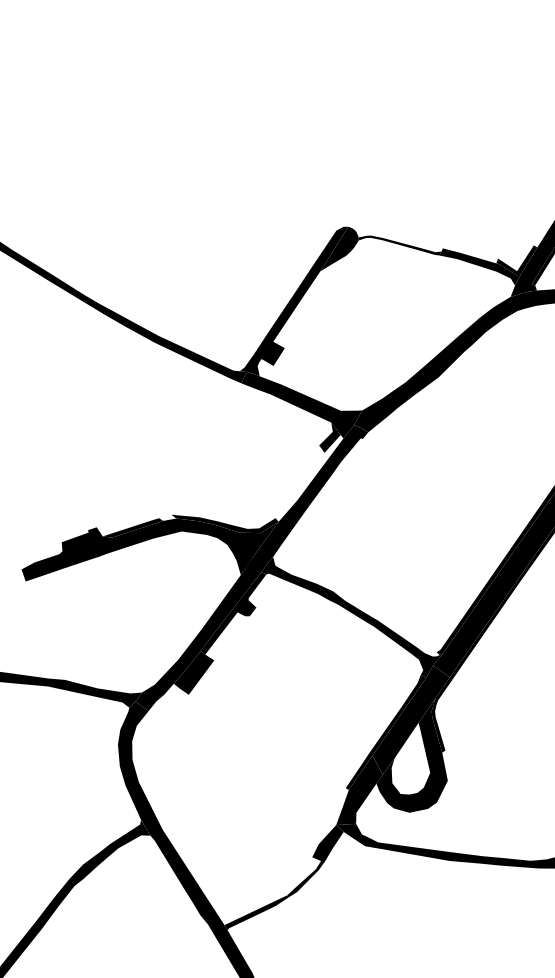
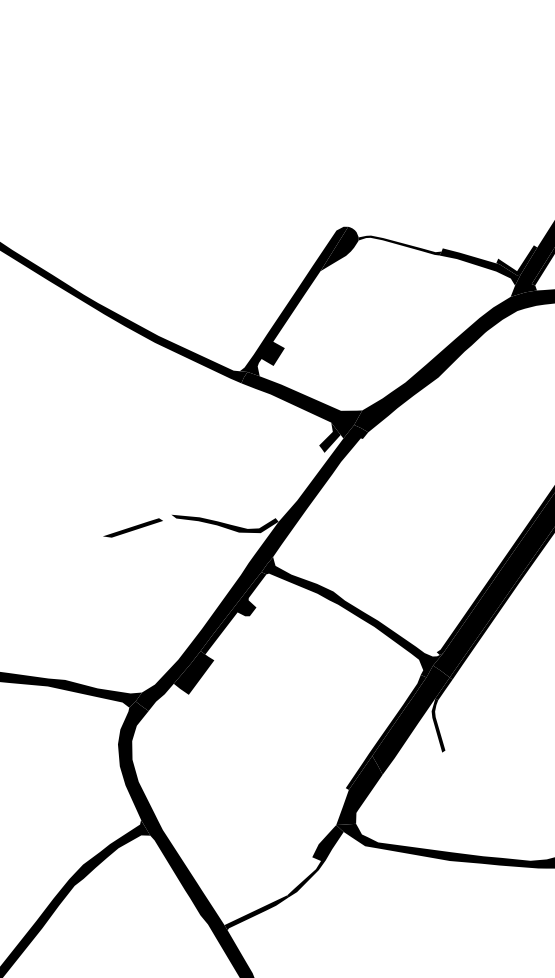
fill at (149, 549): present -> none
fill at (411, 755): present -> none
